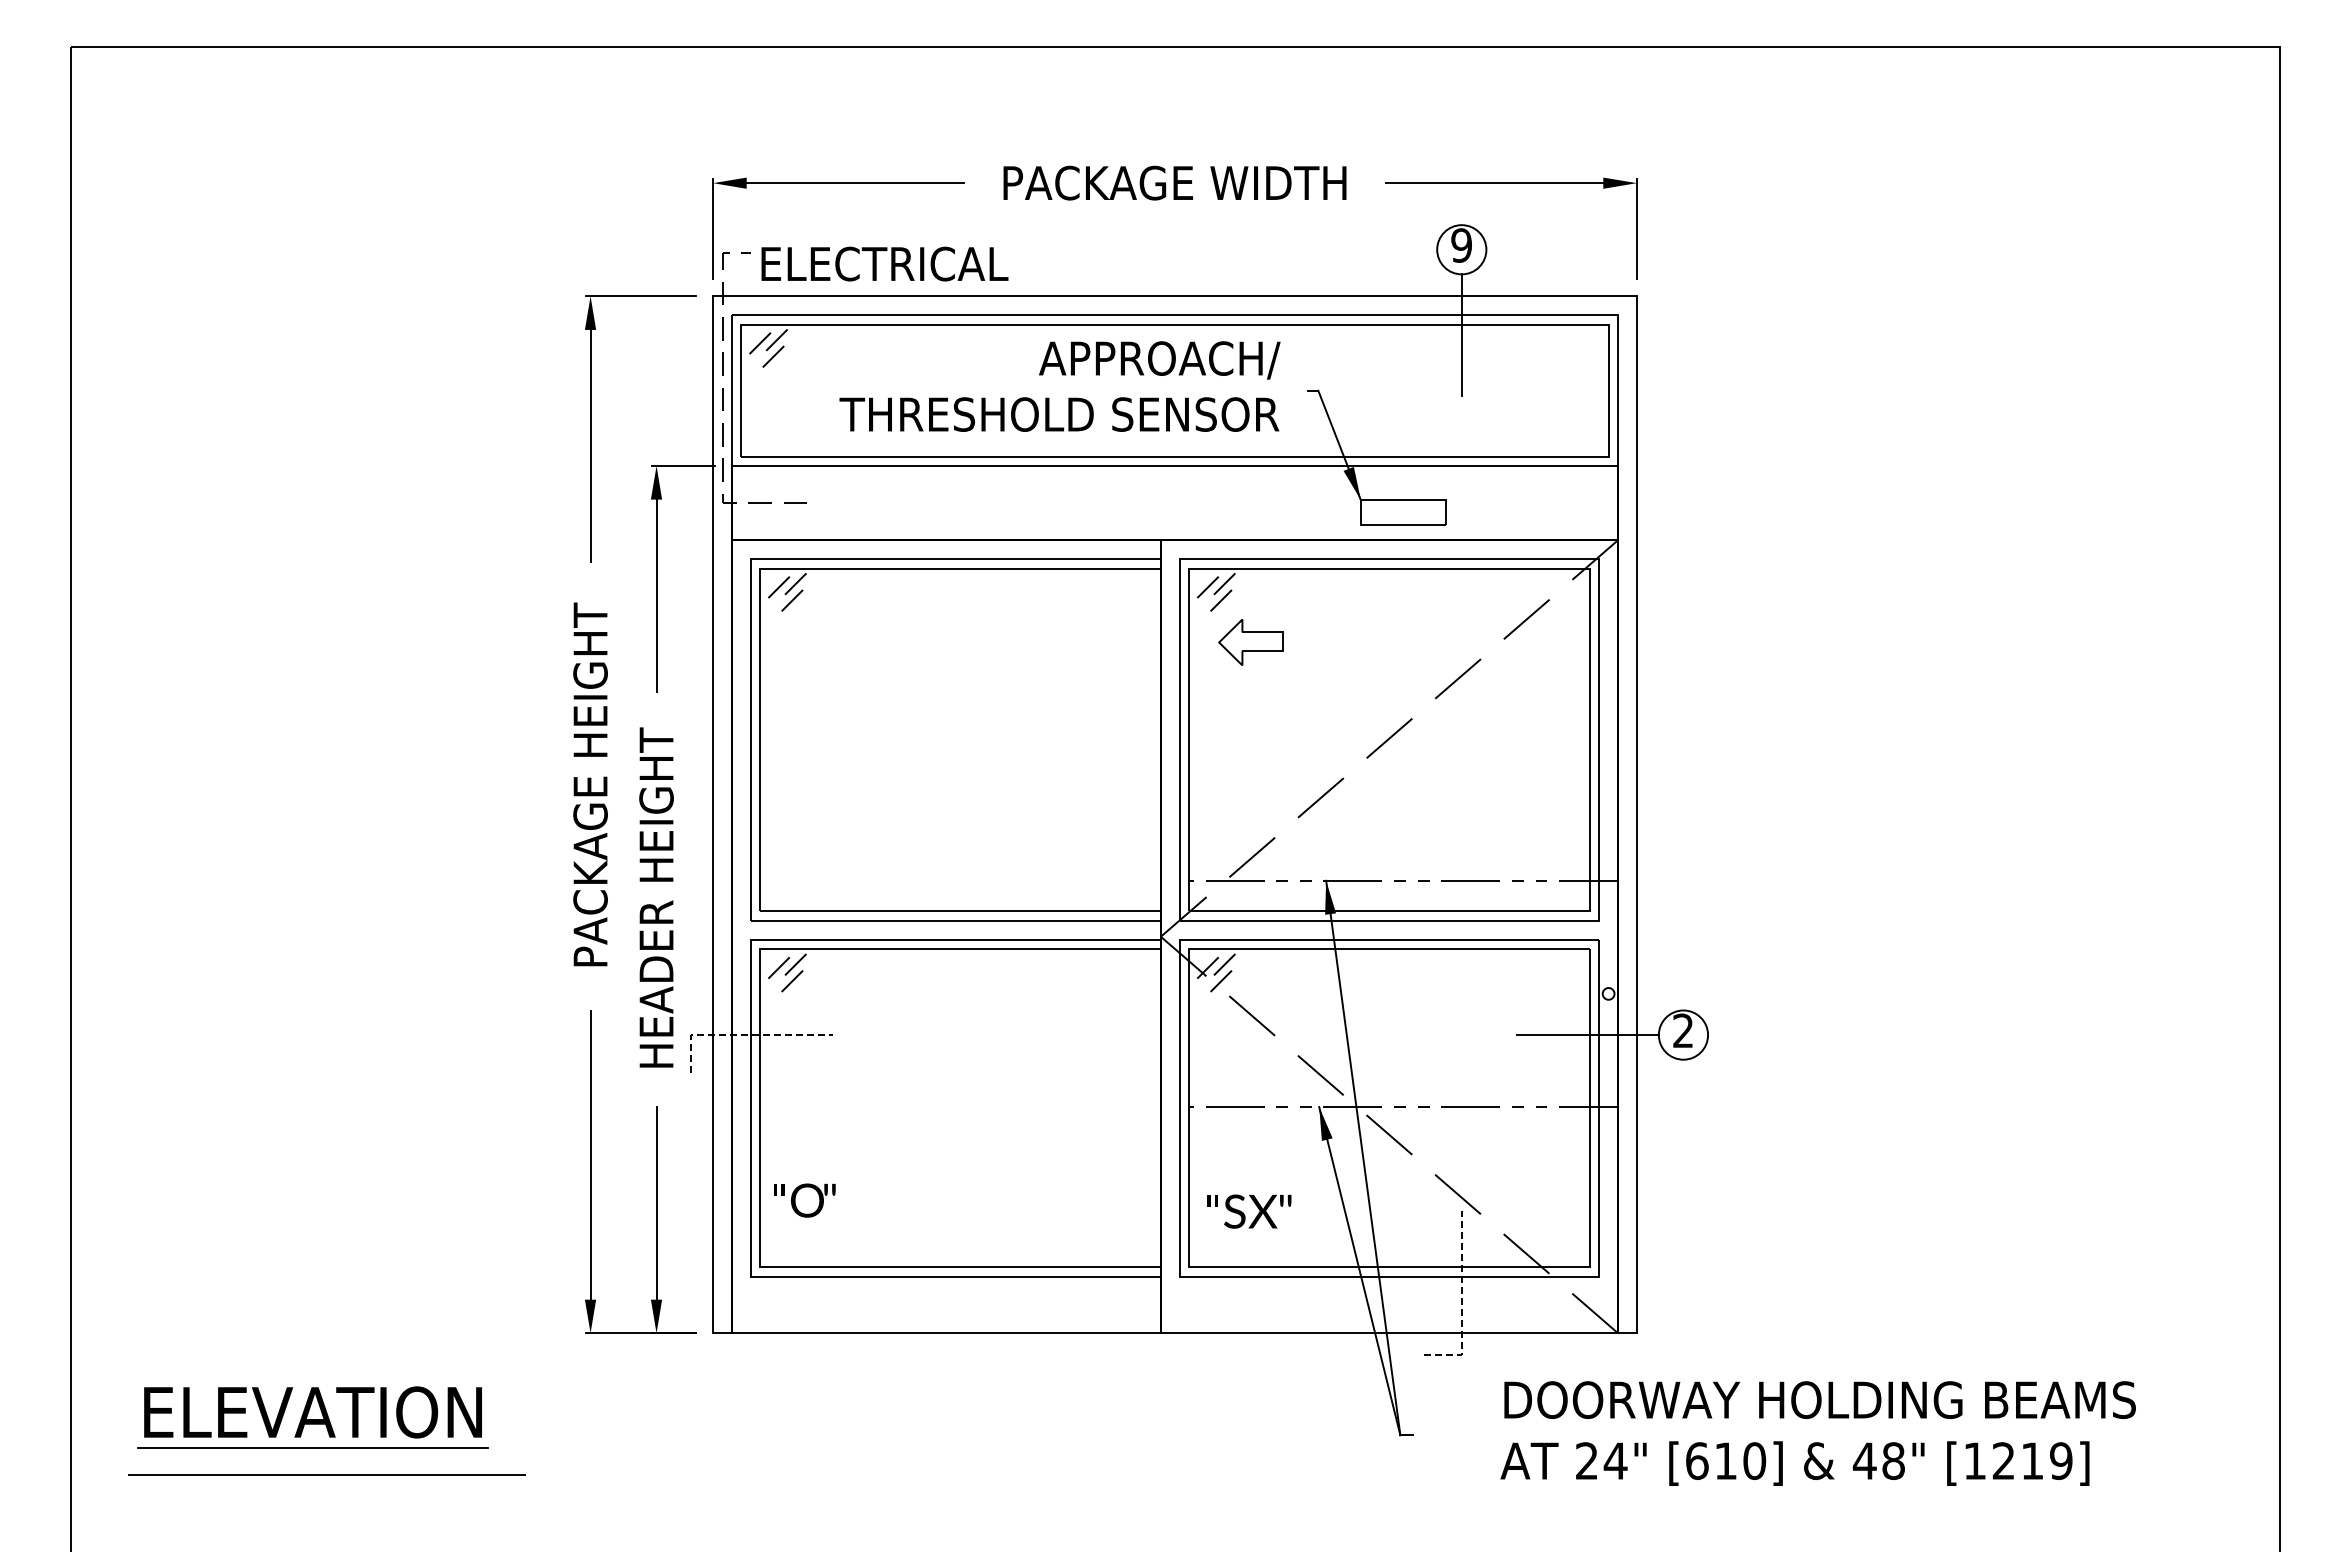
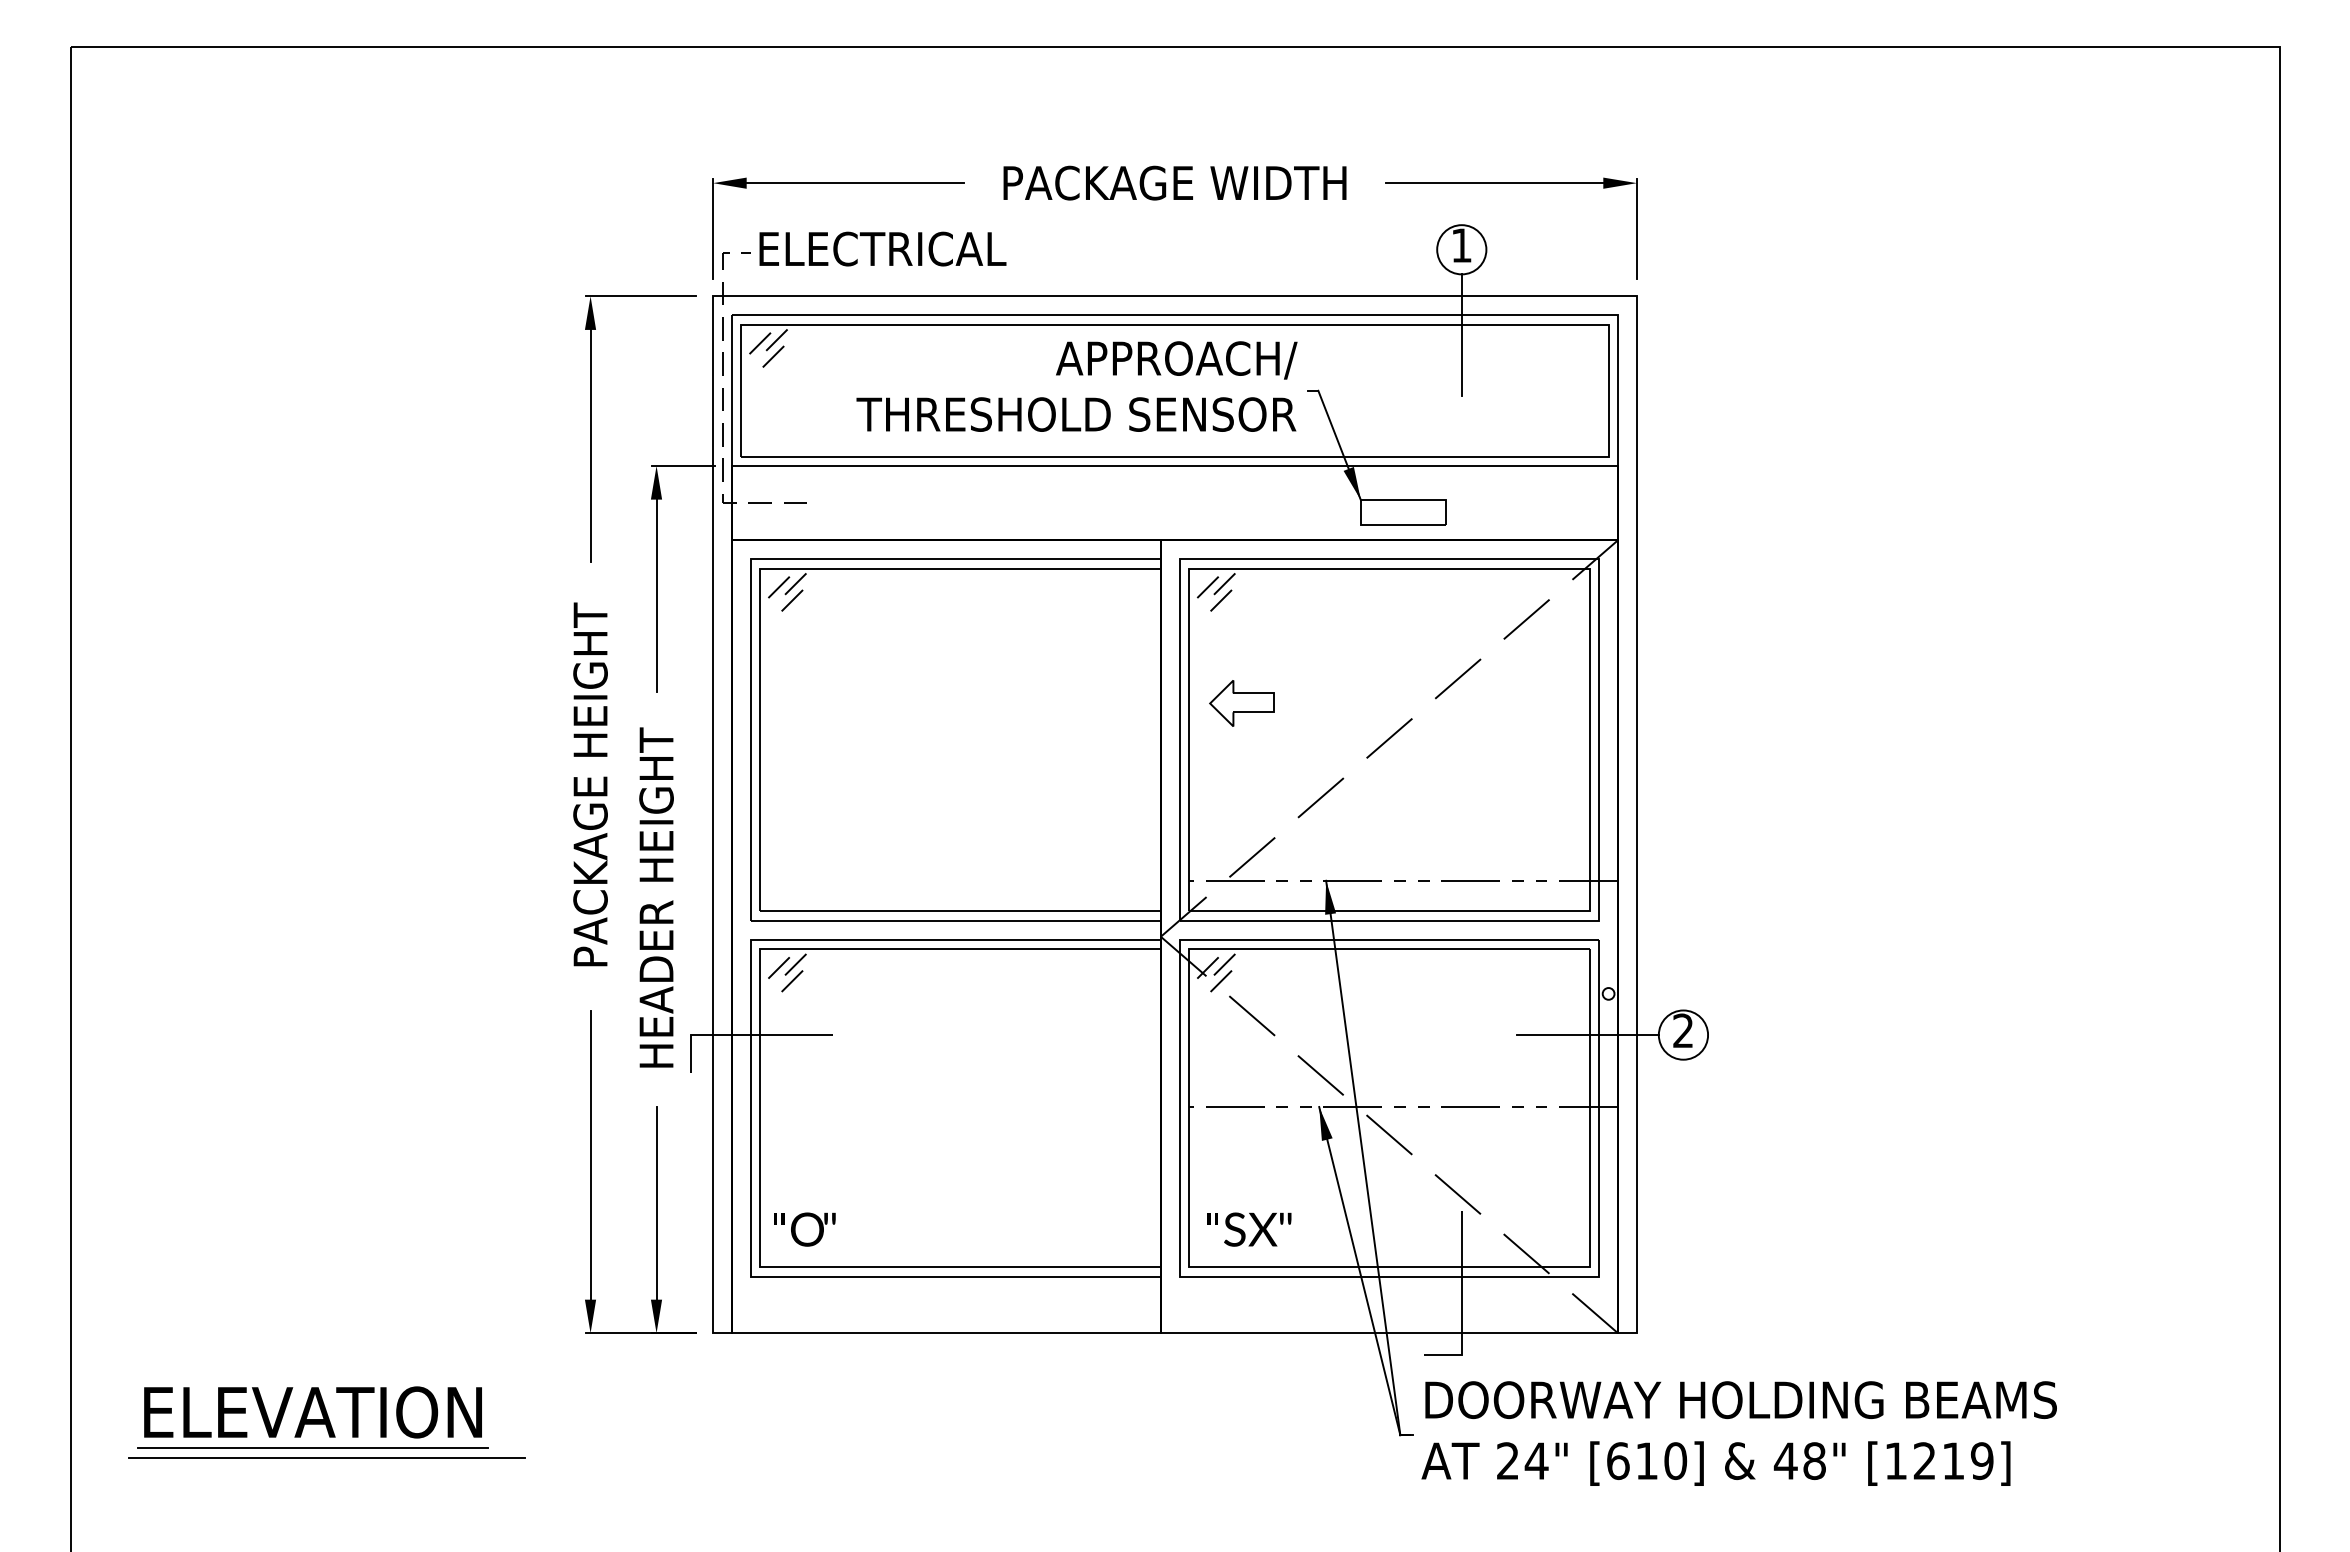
text at (1461, 245): 9 -> 1
text at (884, 263) position: (884, 263) -> (882, 248)
text at (1059, 386) position: (1059, 386) -> (1076, 386)
part at (1250, 642) position: (1250, 642) -> (1241, 703)
line at (742, 1035): dashed -> solid
text at (804, 1200) position: (804, 1200) -> (804, 1229)
text at (1249, 1211) position: (1249, 1211) -> (1249, 1229)
line at (1461, 1302): dashed -> solid
text at (1817, 1433) position: (1817, 1433) -> (1738, 1433)
line at (326, 1474) position: (326, 1474) -> (326, 1457)
